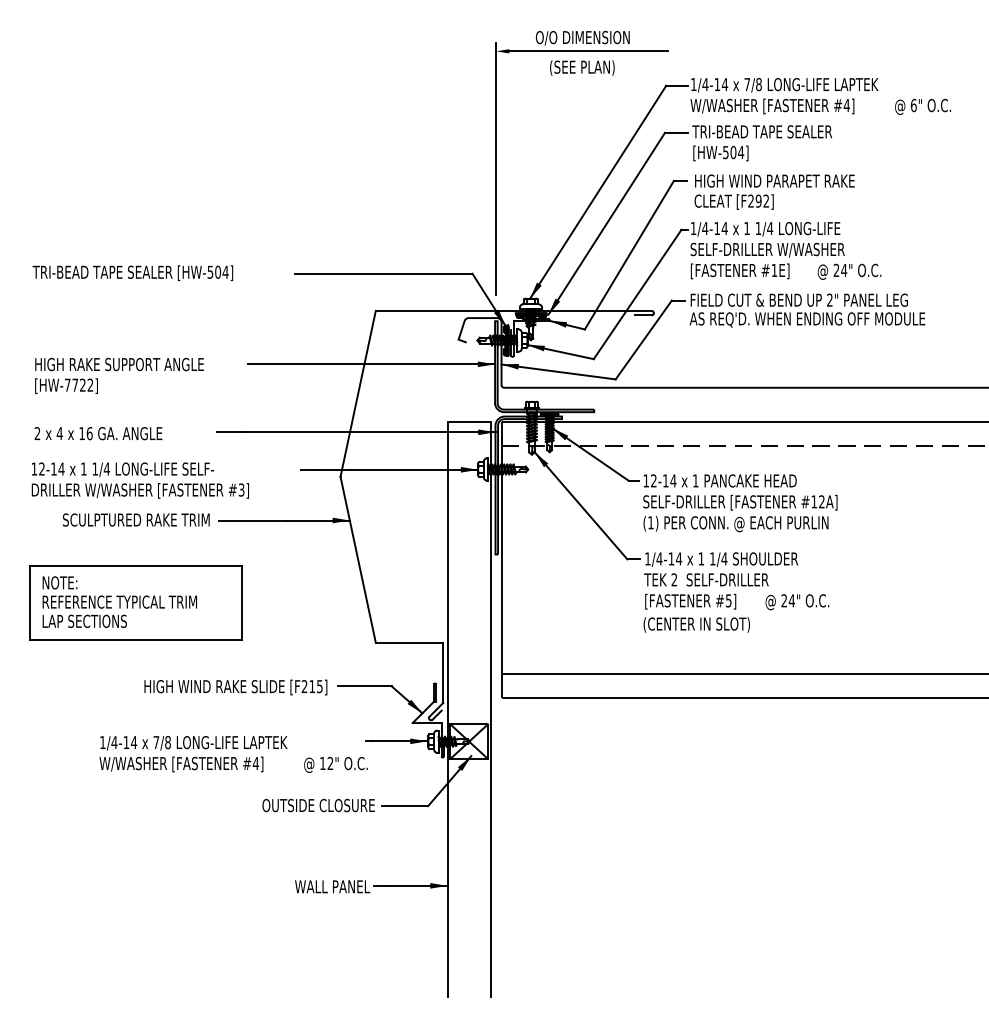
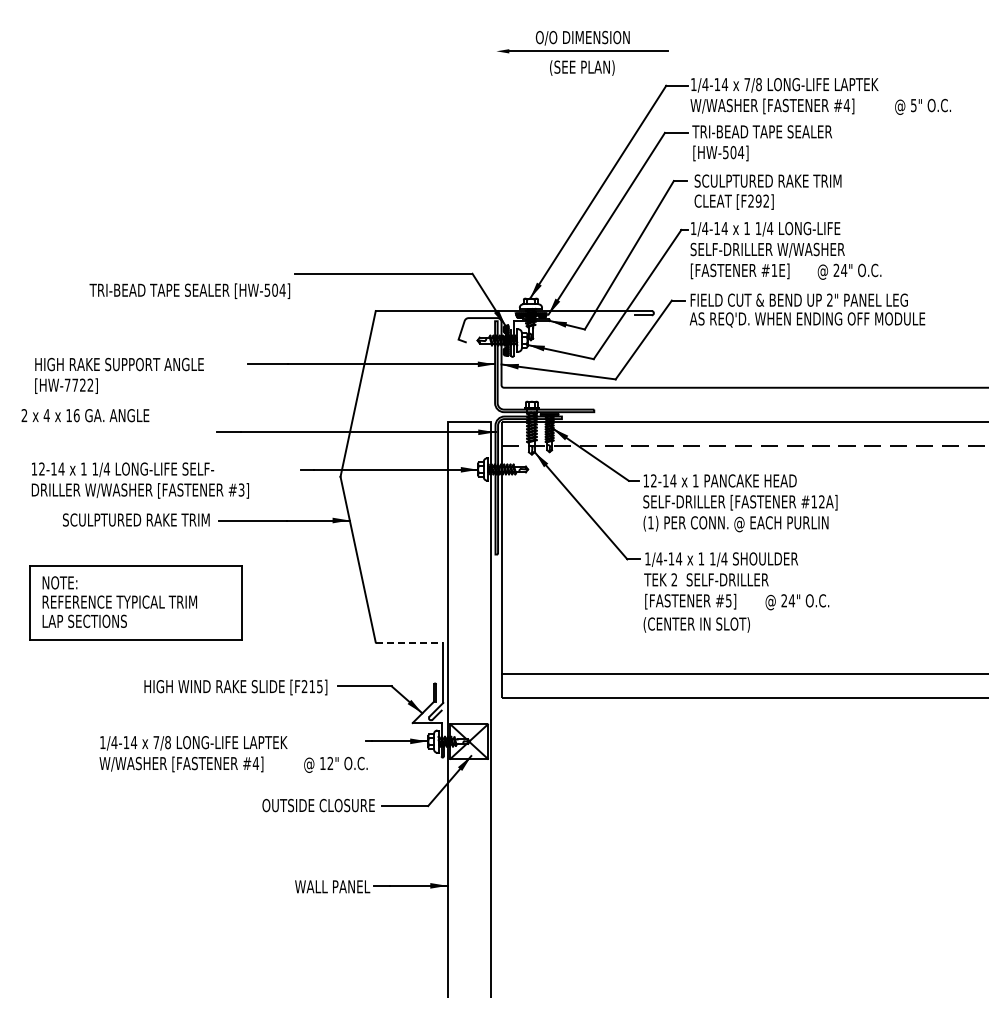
text at (913, 105): 6" -> 5"
line at (496, 168): present -> none
text at (774, 180): HIGH WIND PARAPET RAKE -> SCULPTURED RAKE TRIM
text at (132, 272) position: (132, 272) -> (189, 290)
text at (98, 433) position: (98, 433) -> (85, 415)
line at (409, 642): solid -> dashed
